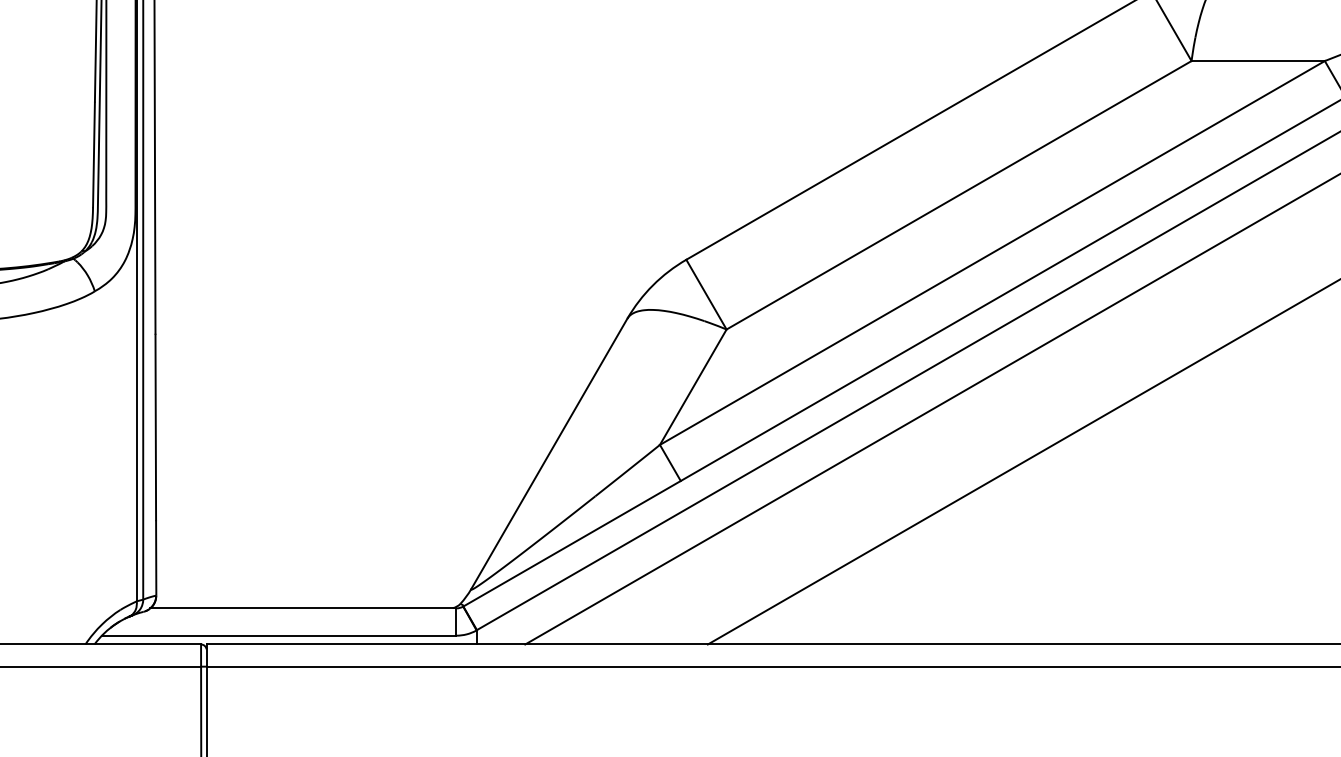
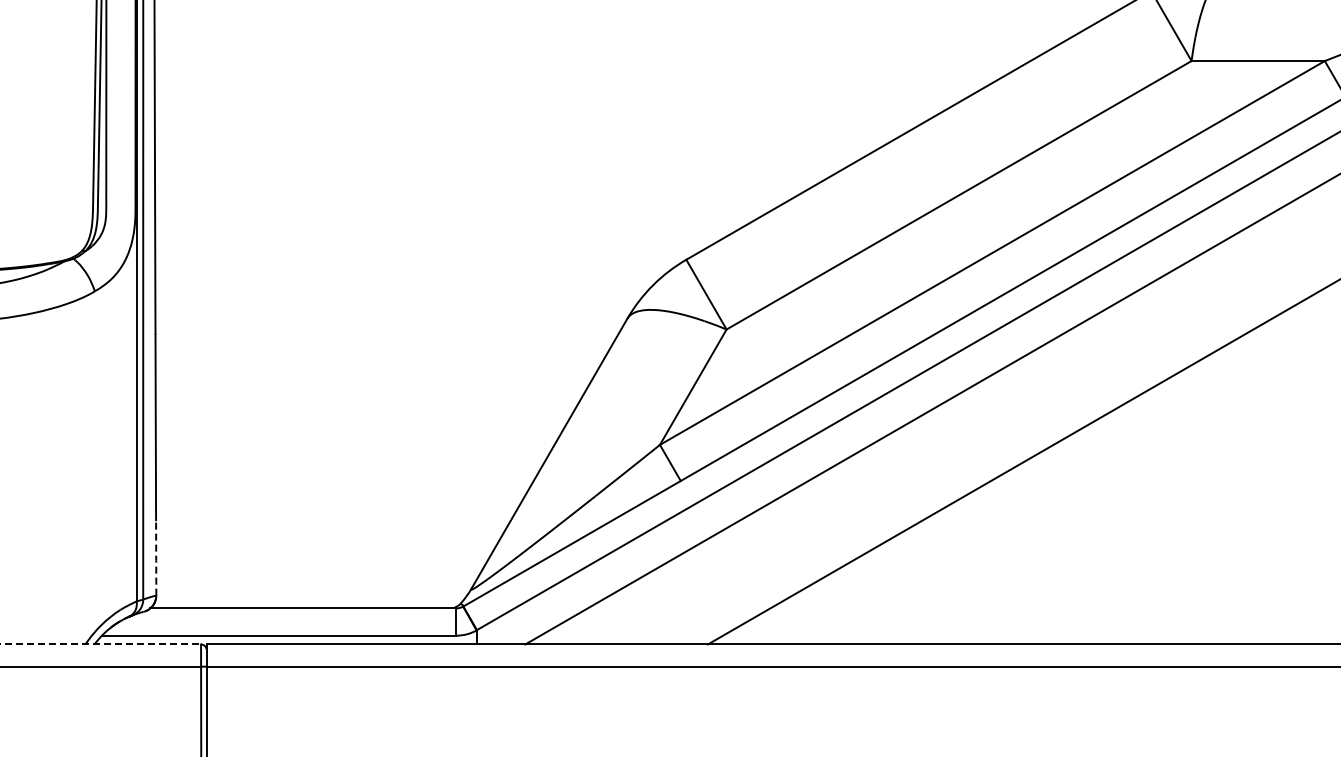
line at (156, 557): solid -> dashed
line at (101, 644): solid -> dashed
